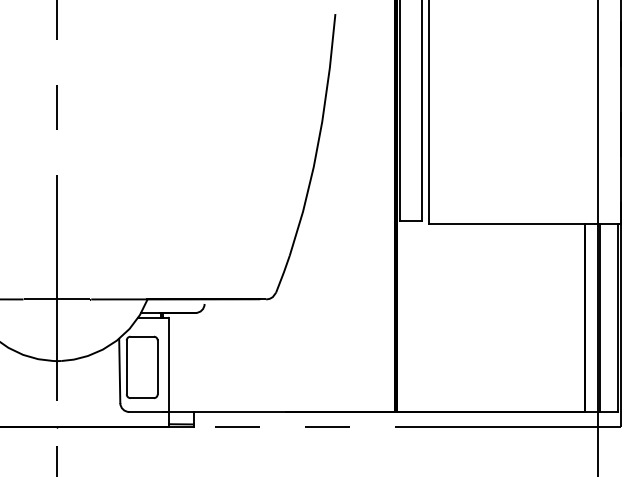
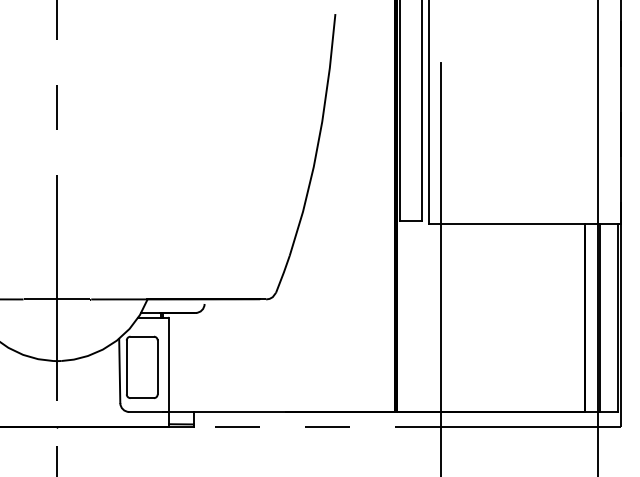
line at (440, 268): none -> present
